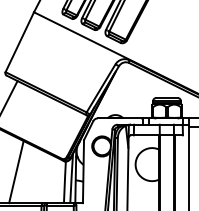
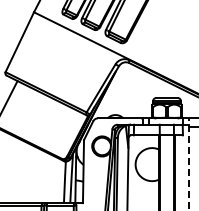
line at (188, 164): solid -> dashed
line at (16, 172): present -> none
